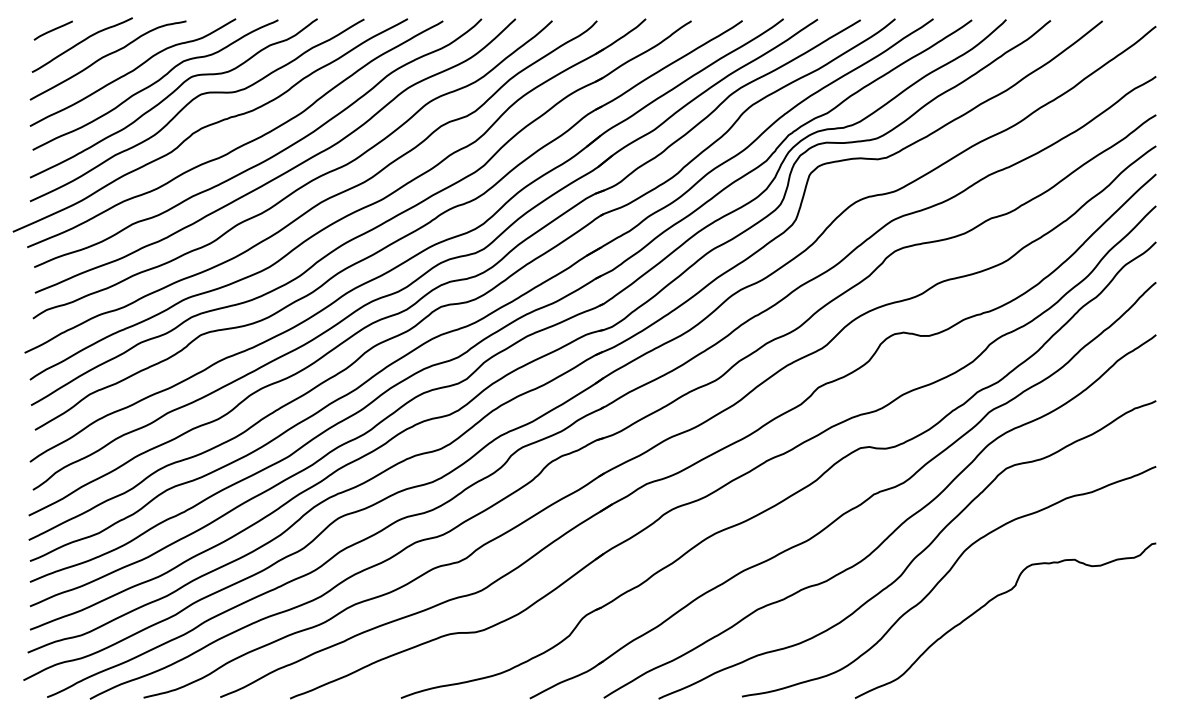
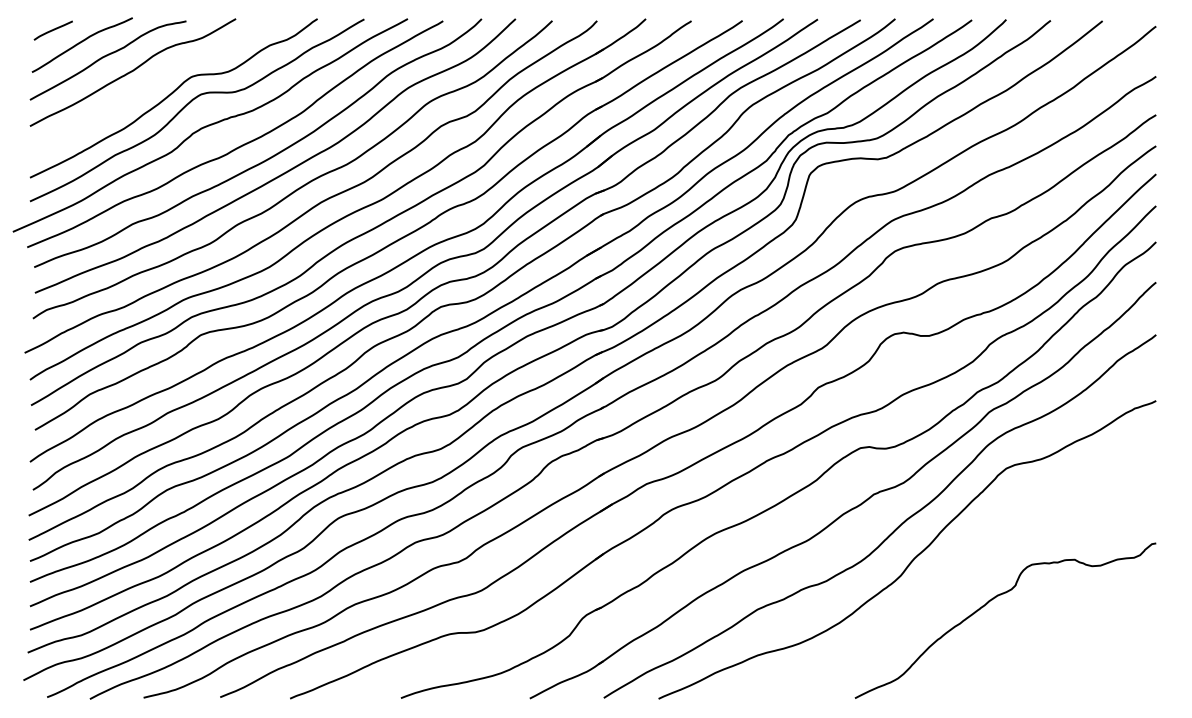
curve at (155, 83): present -> none
curve at (945, 576): present -> none
